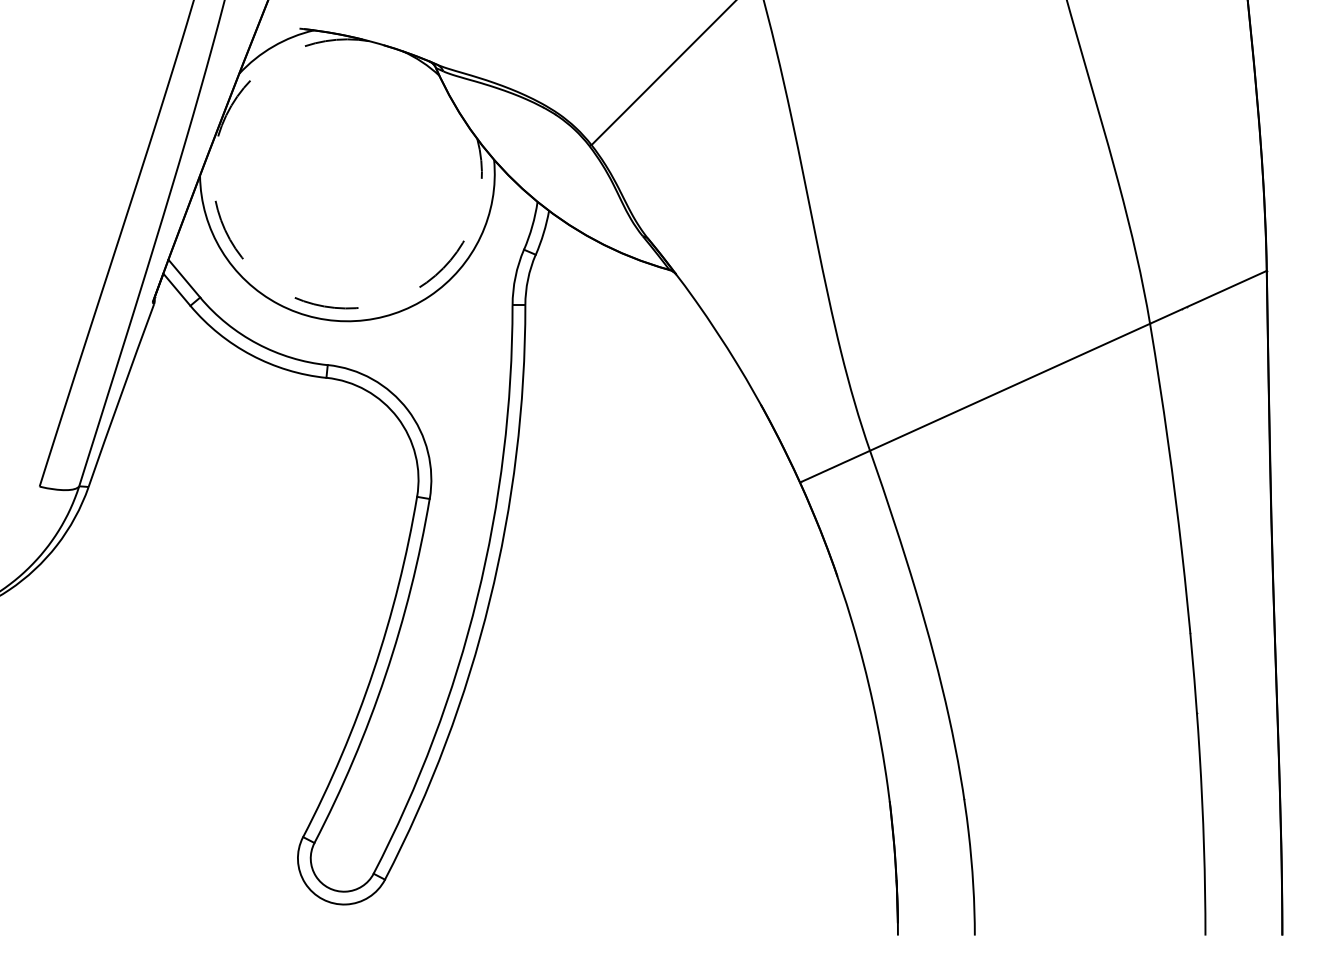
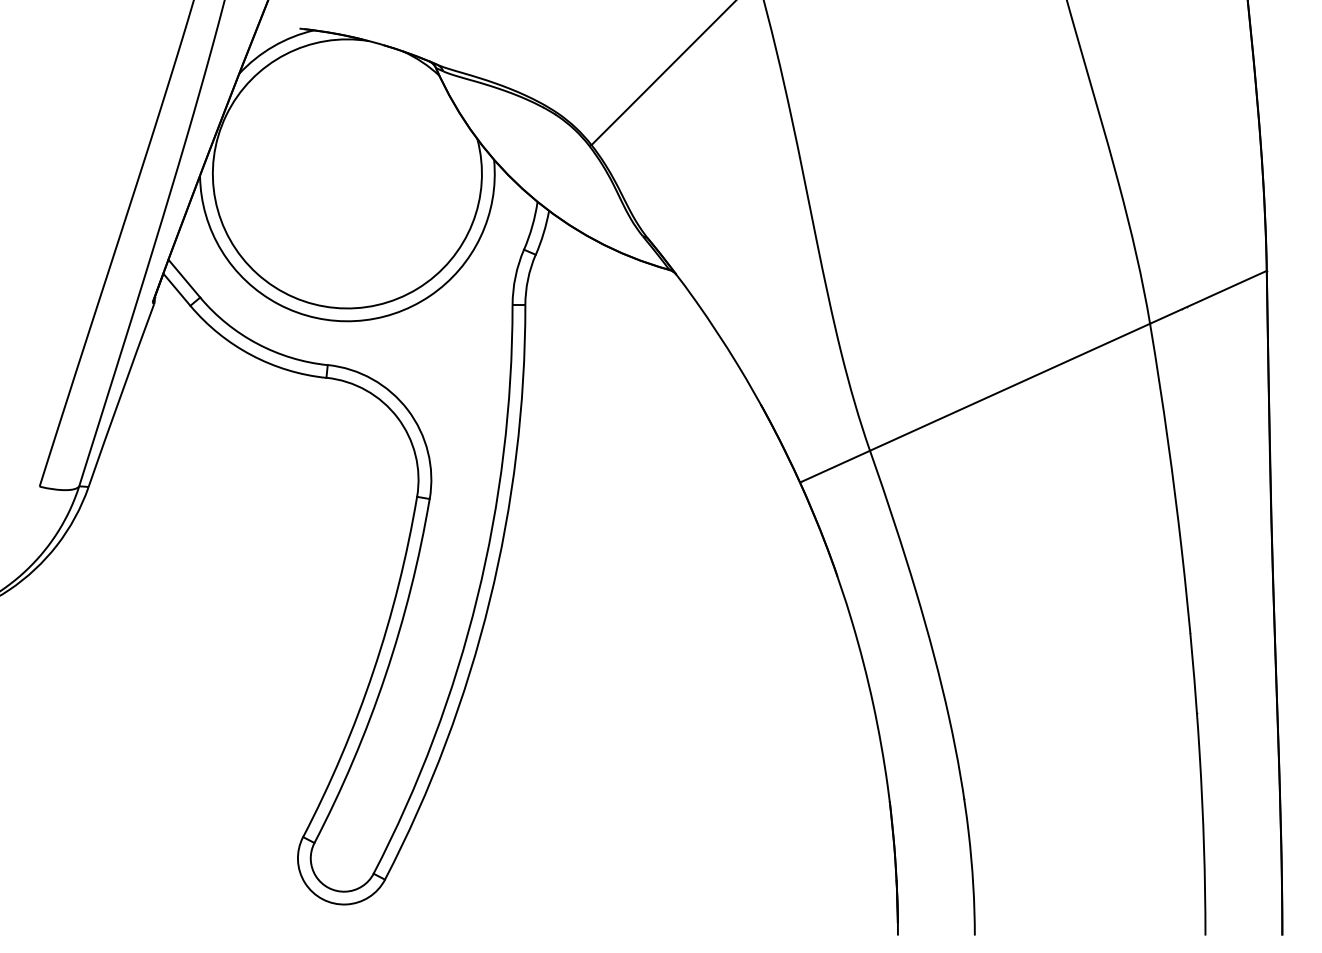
arc at (257, 273): dashed -> solid
